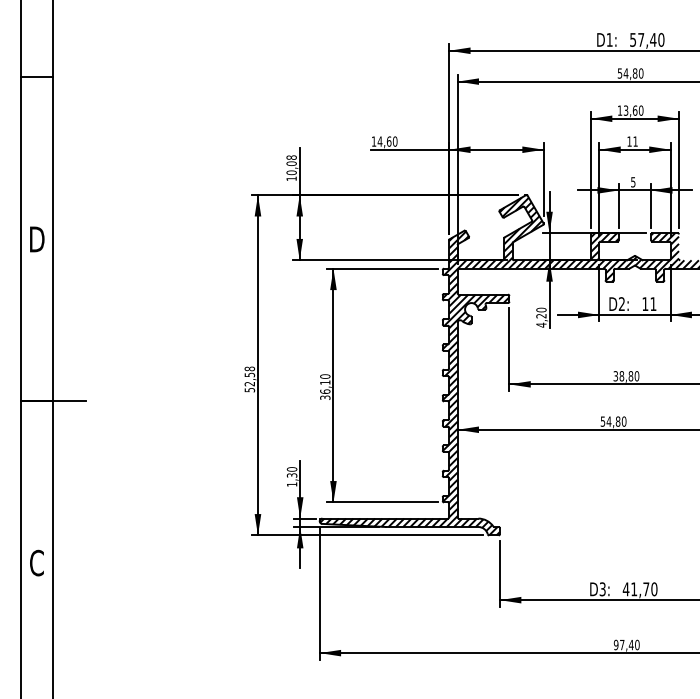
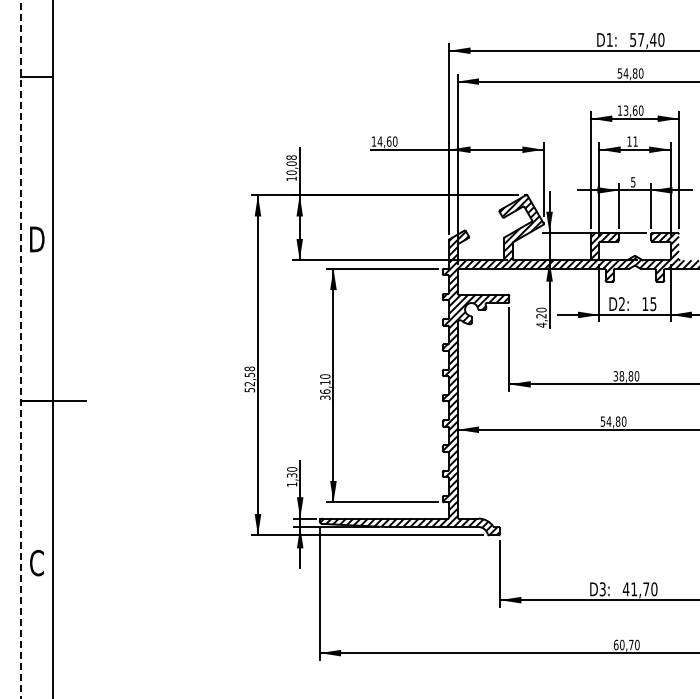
text at (653, 304): 11 -> 15
line at (20, 349): solid -> dashed
text at (623, 644): 97,40 -> 60,70
